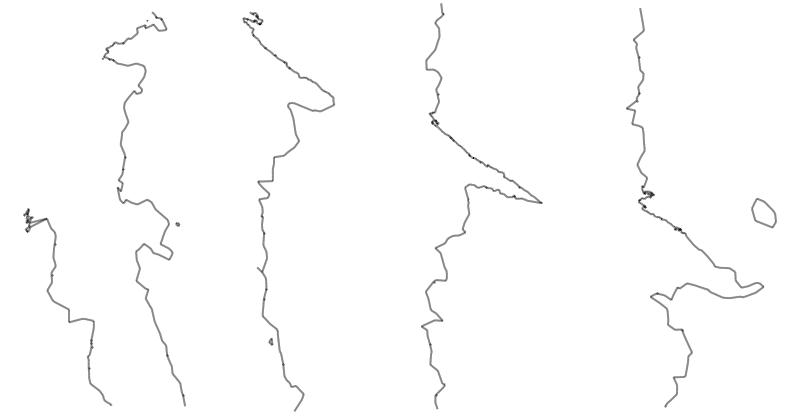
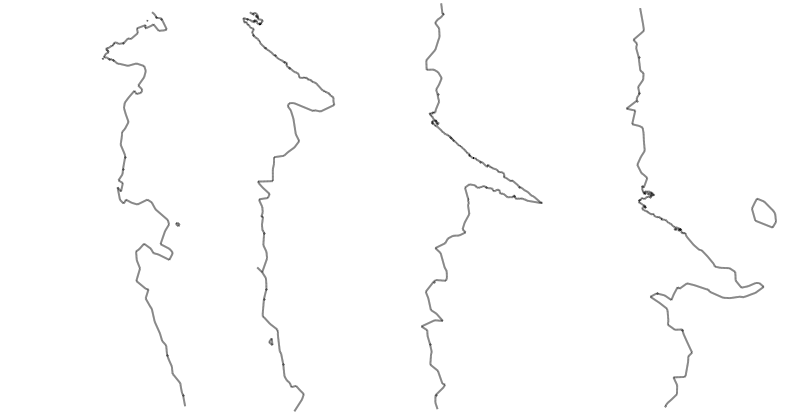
part at (67, 306): present -> none
